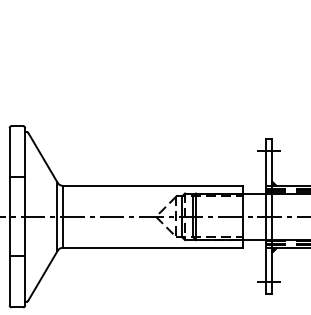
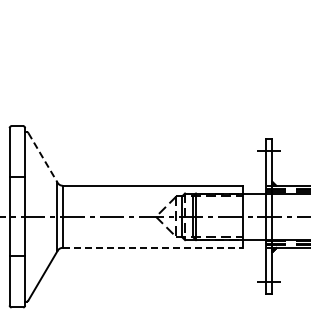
line at (42, 157): solid -> dashed
line at (152, 247): solid -> dashed
